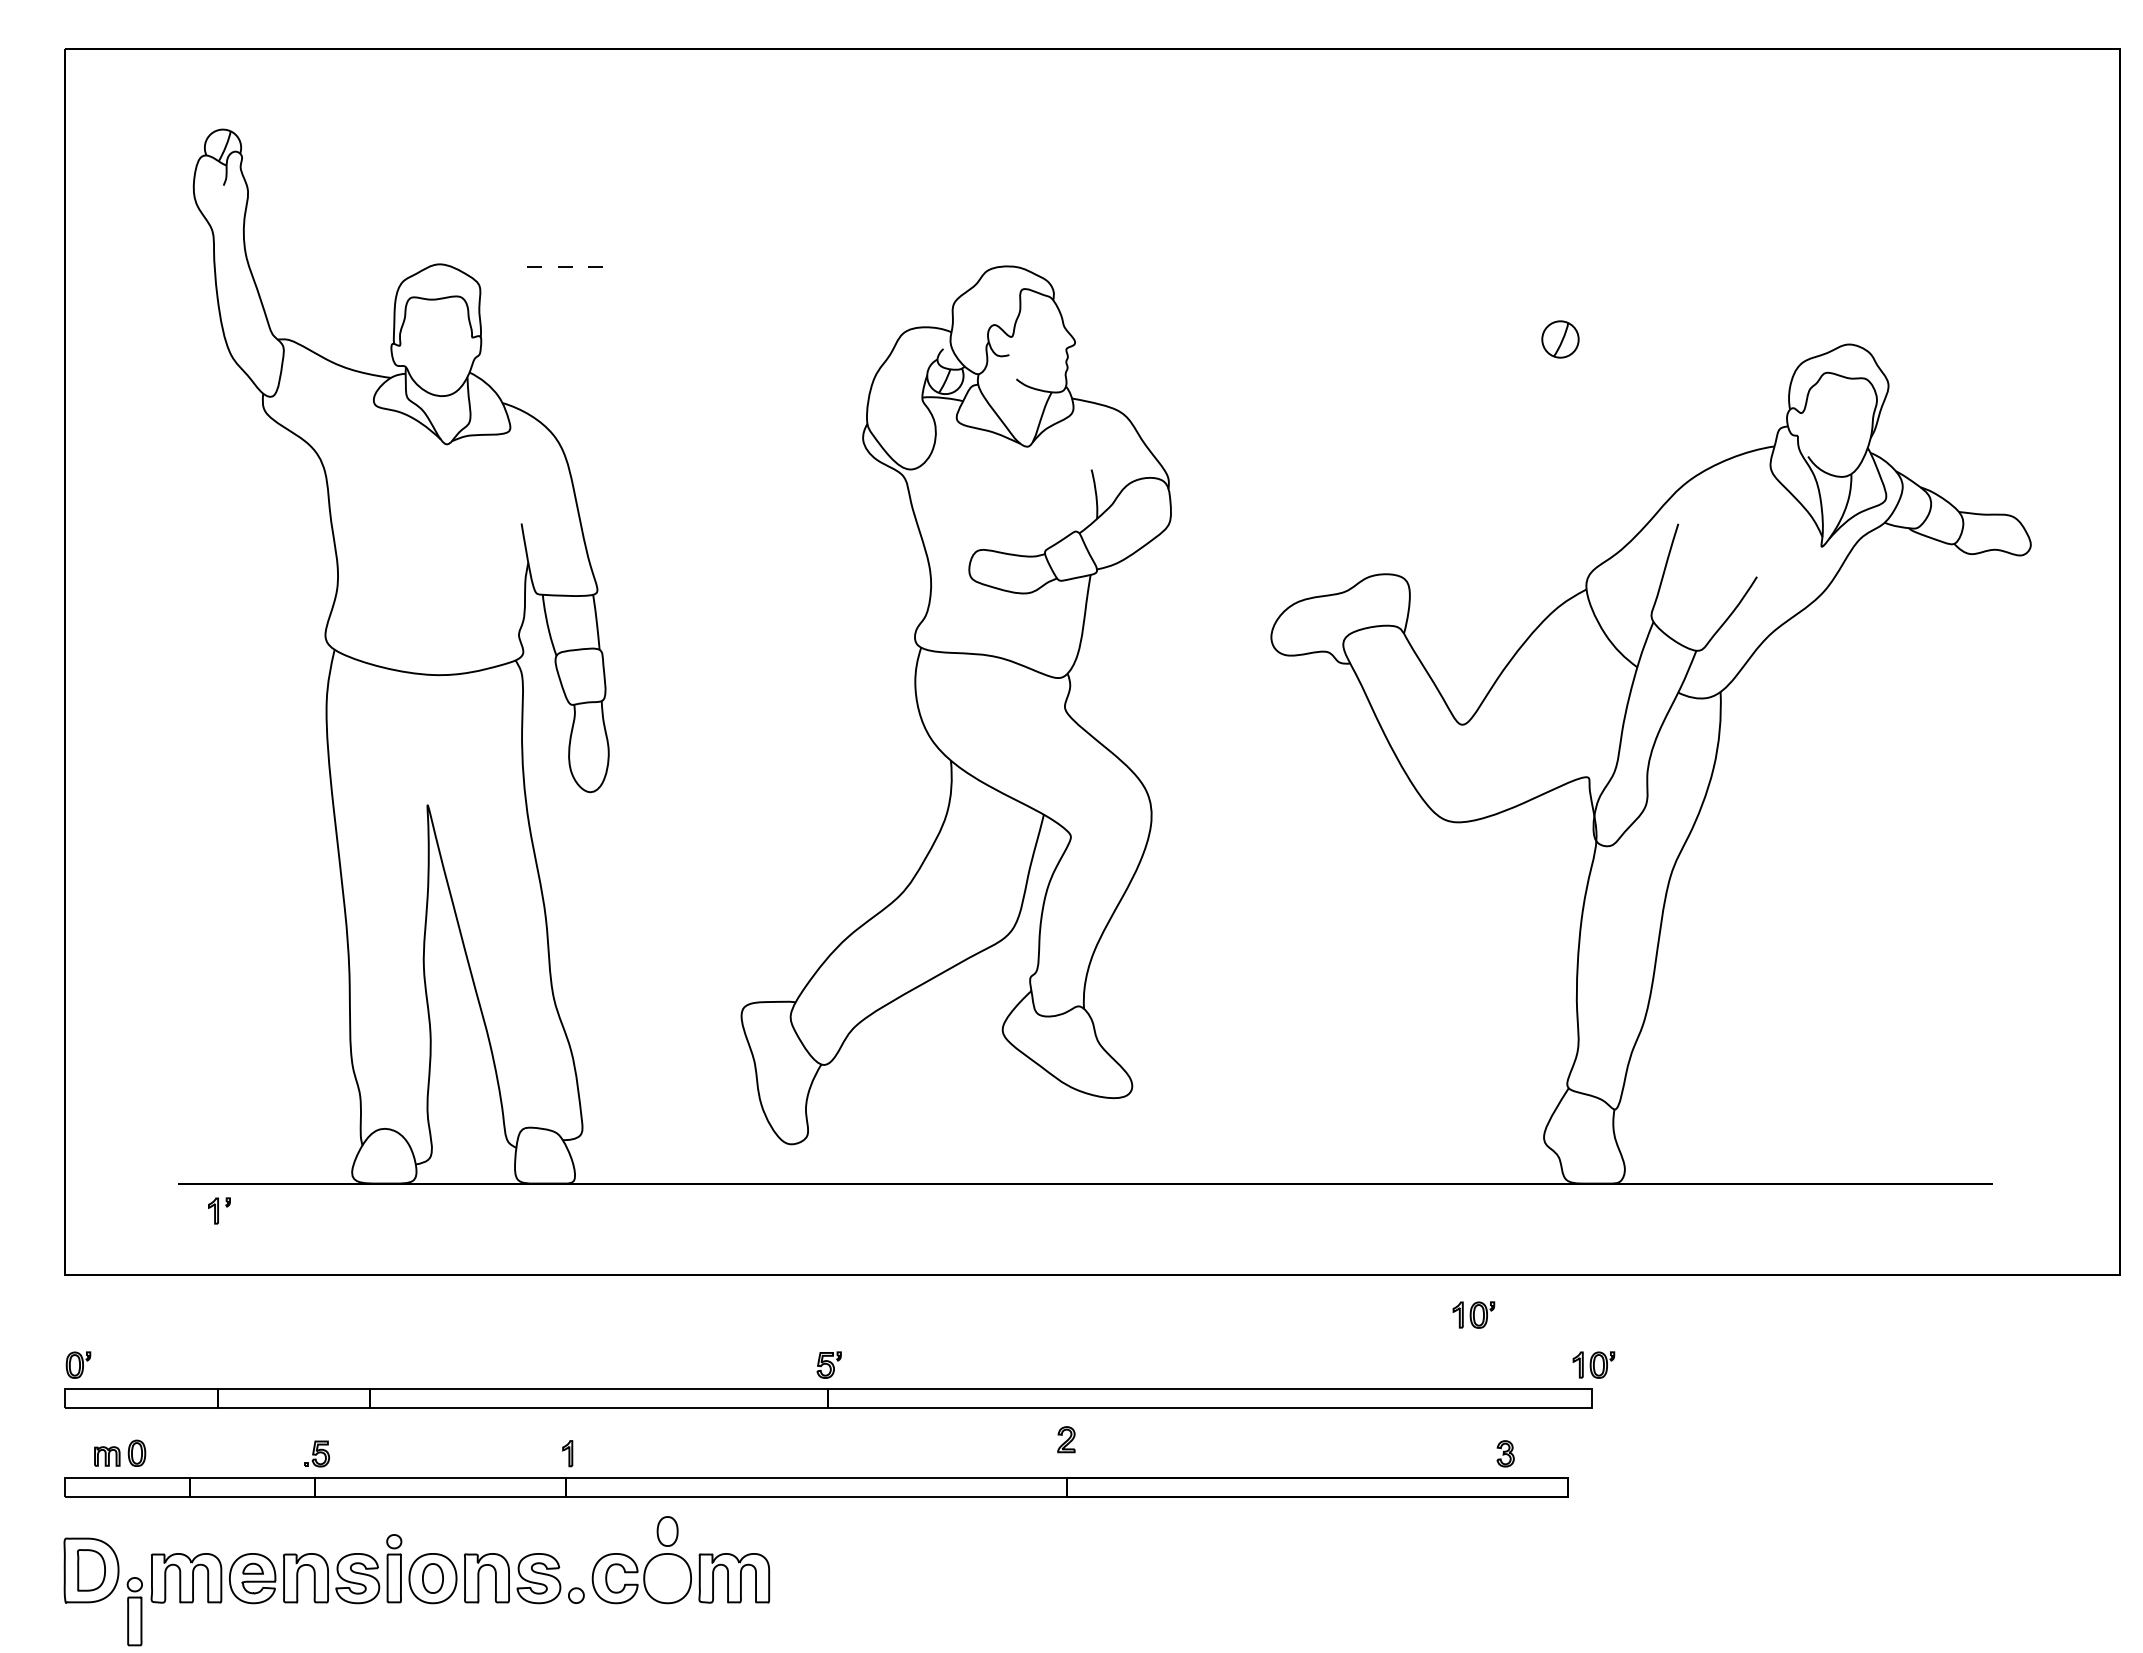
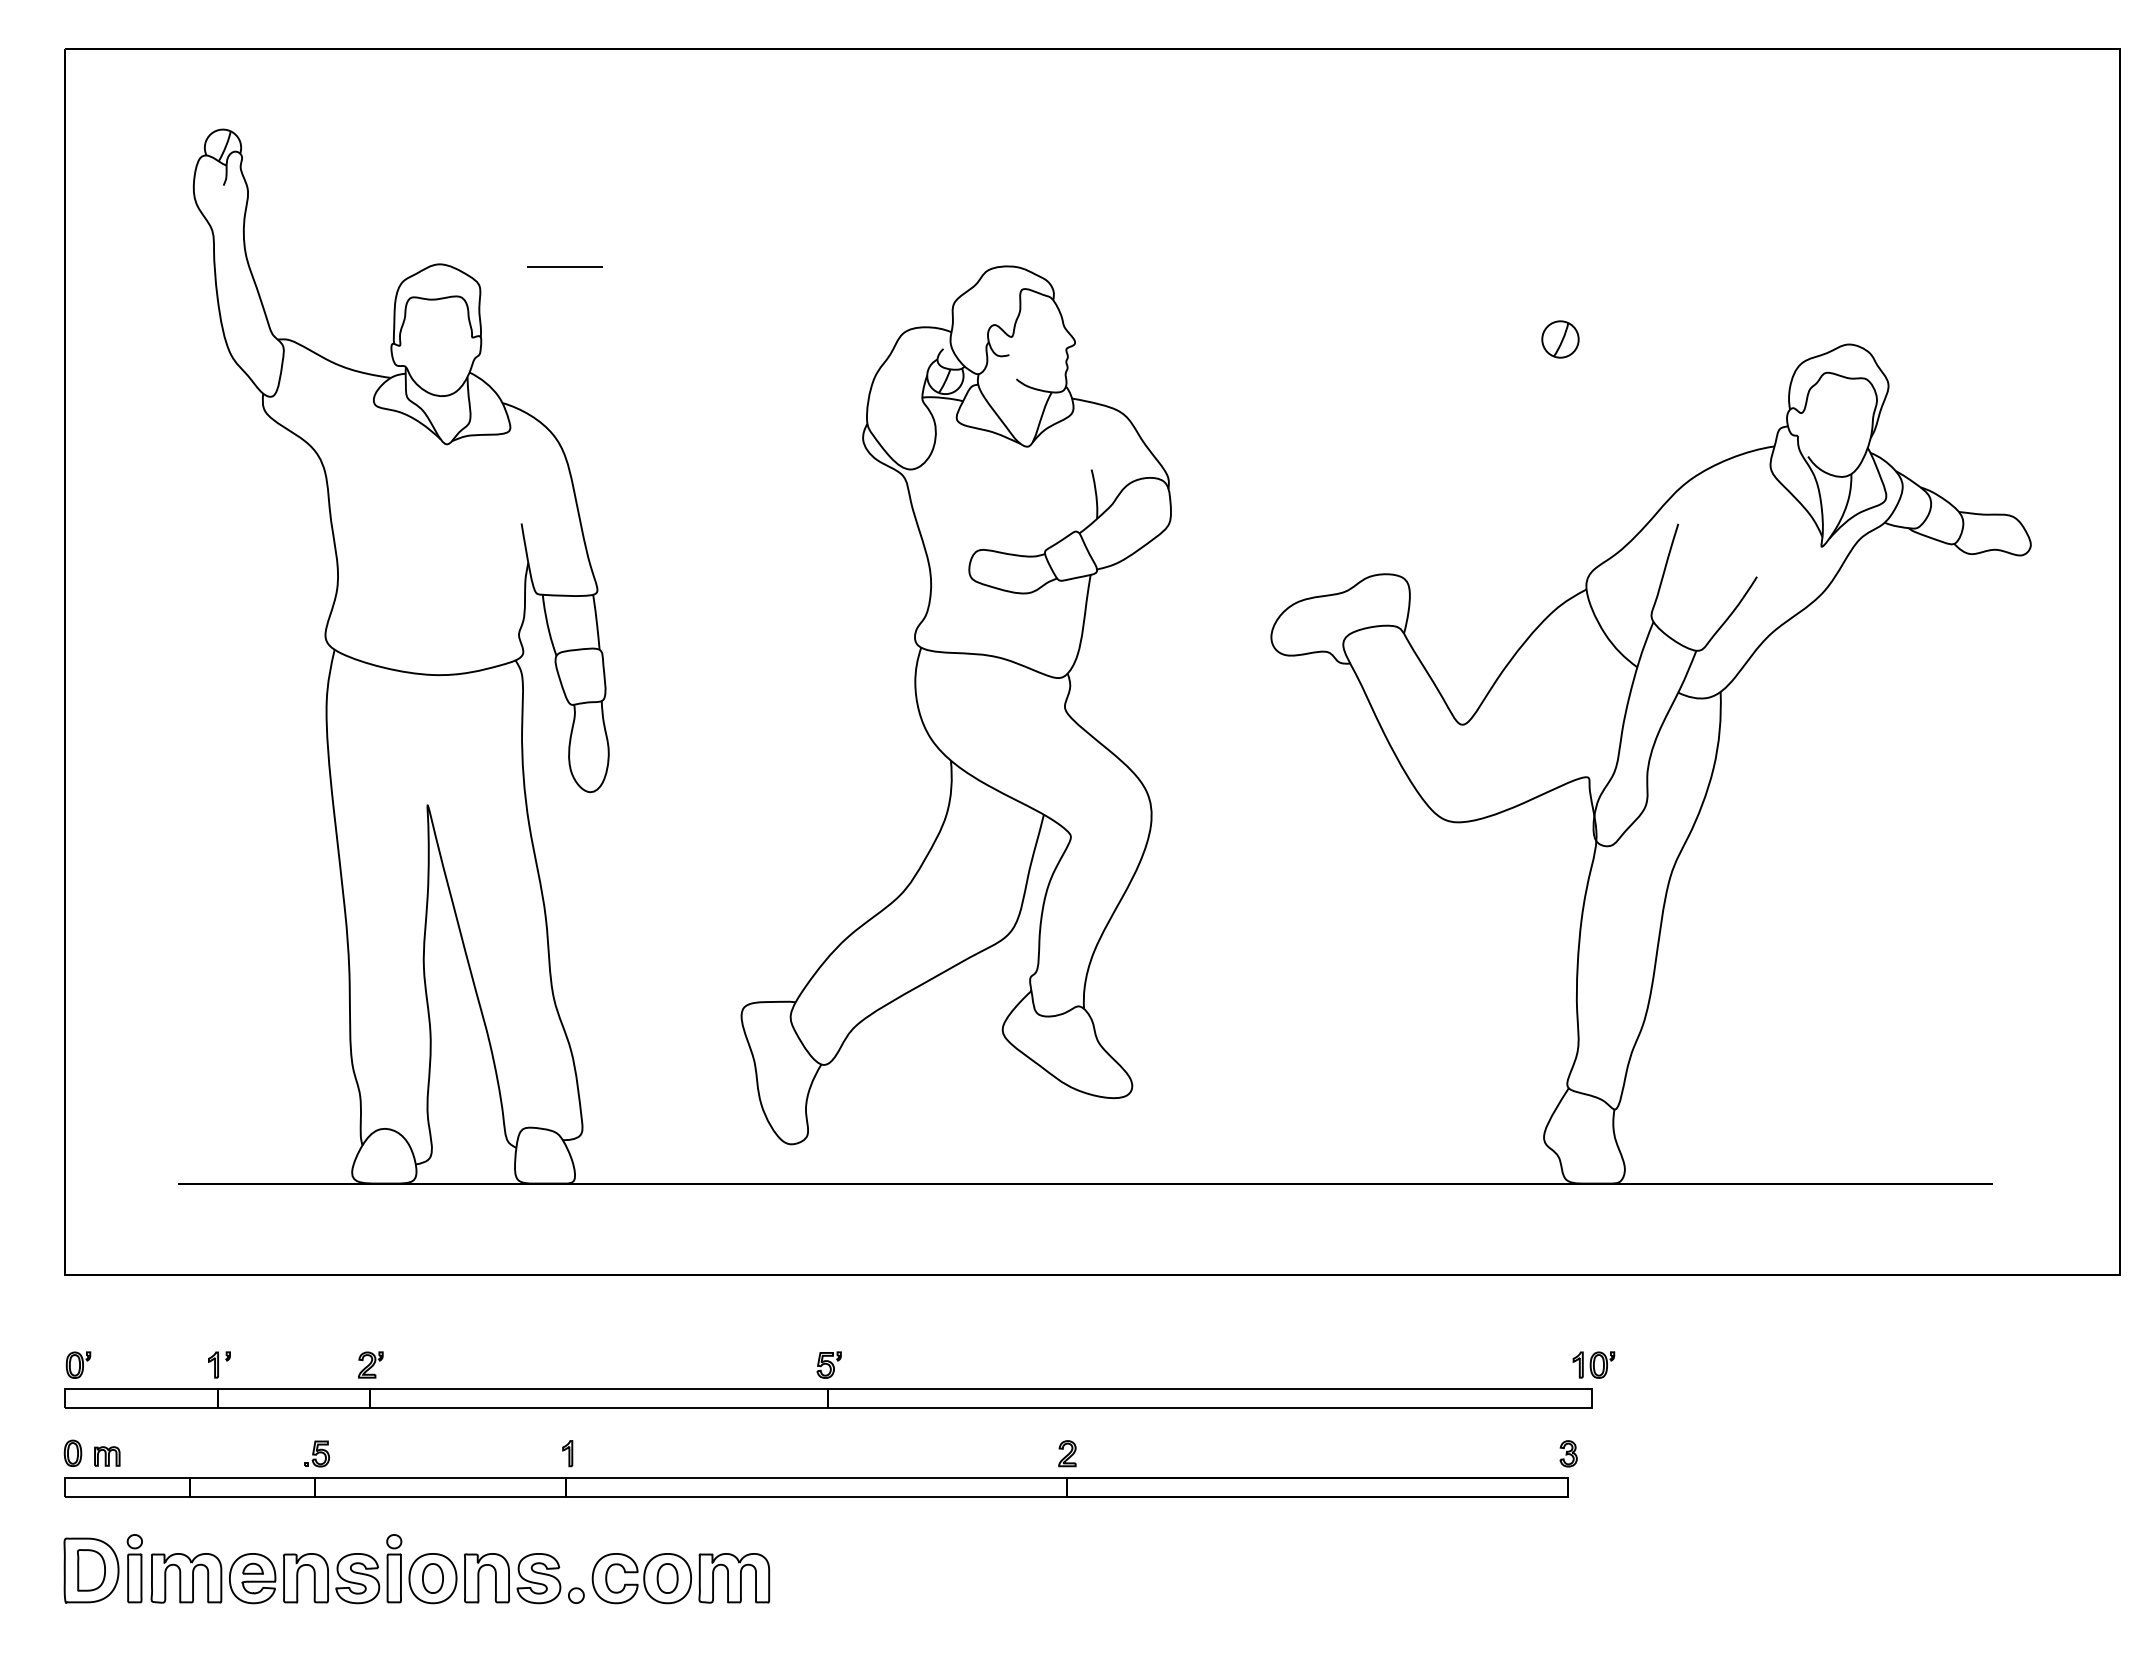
line at (565, 267): dashed -> solid
part at (219, 1210) position: (219, 1210) -> (219, 1364)
part at (1473, 1314): present -> none
part at (370, 1364): none -> present
part at (1066, 1439) position: (1066, 1439) -> (1067, 1453)
part at (136, 1452) position: (136, 1452) -> (72, 1452)
part at (1505, 1453) position: (1505, 1453) -> (1568, 1453)
part at (667, 1531) position: (667, 1531) -> (667, 1578)
part at (134, 1611) position: (134, 1611) -> (134, 1568)
